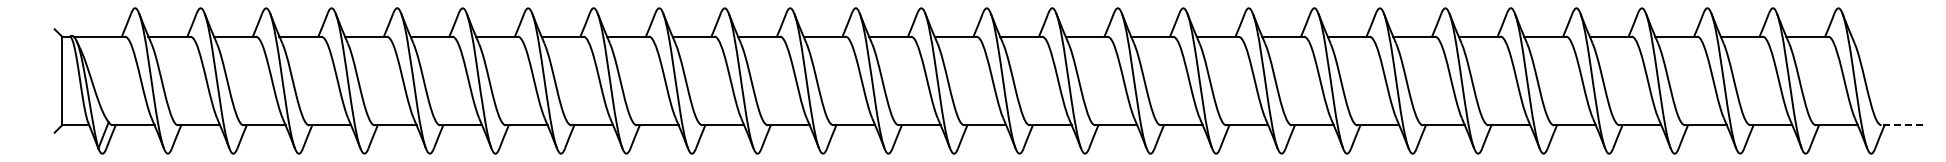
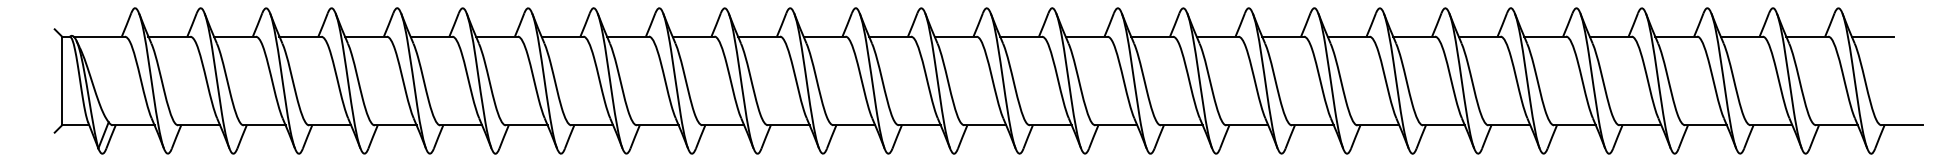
line at (1872, 36): none -> present
line at (1902, 125): dashed -> solid
